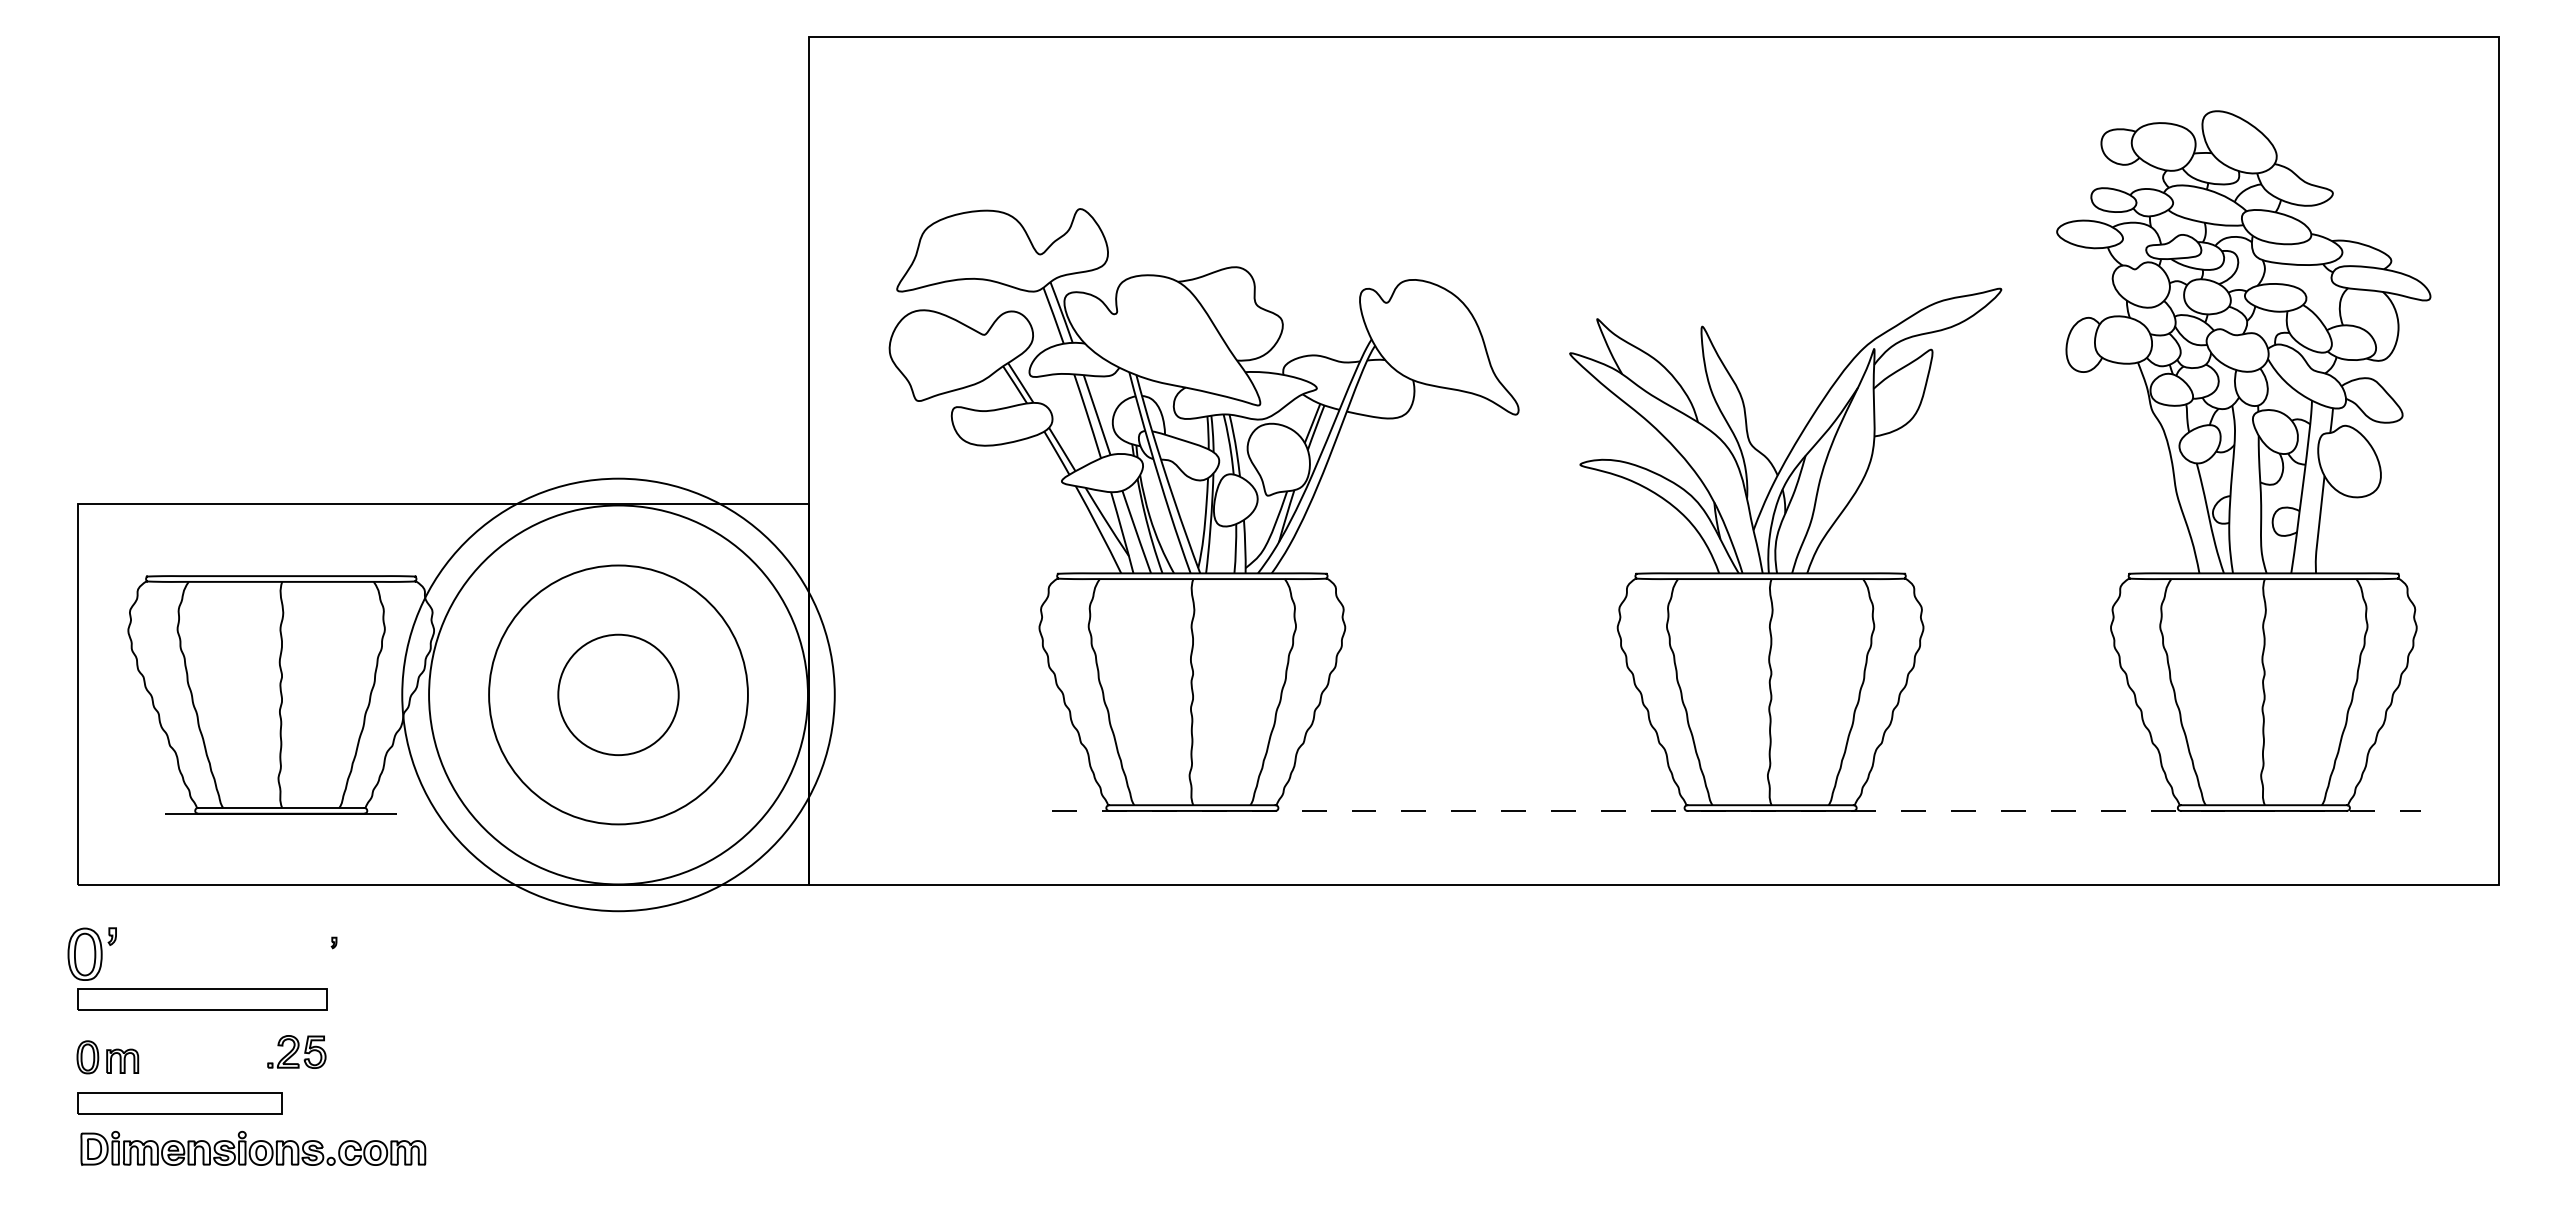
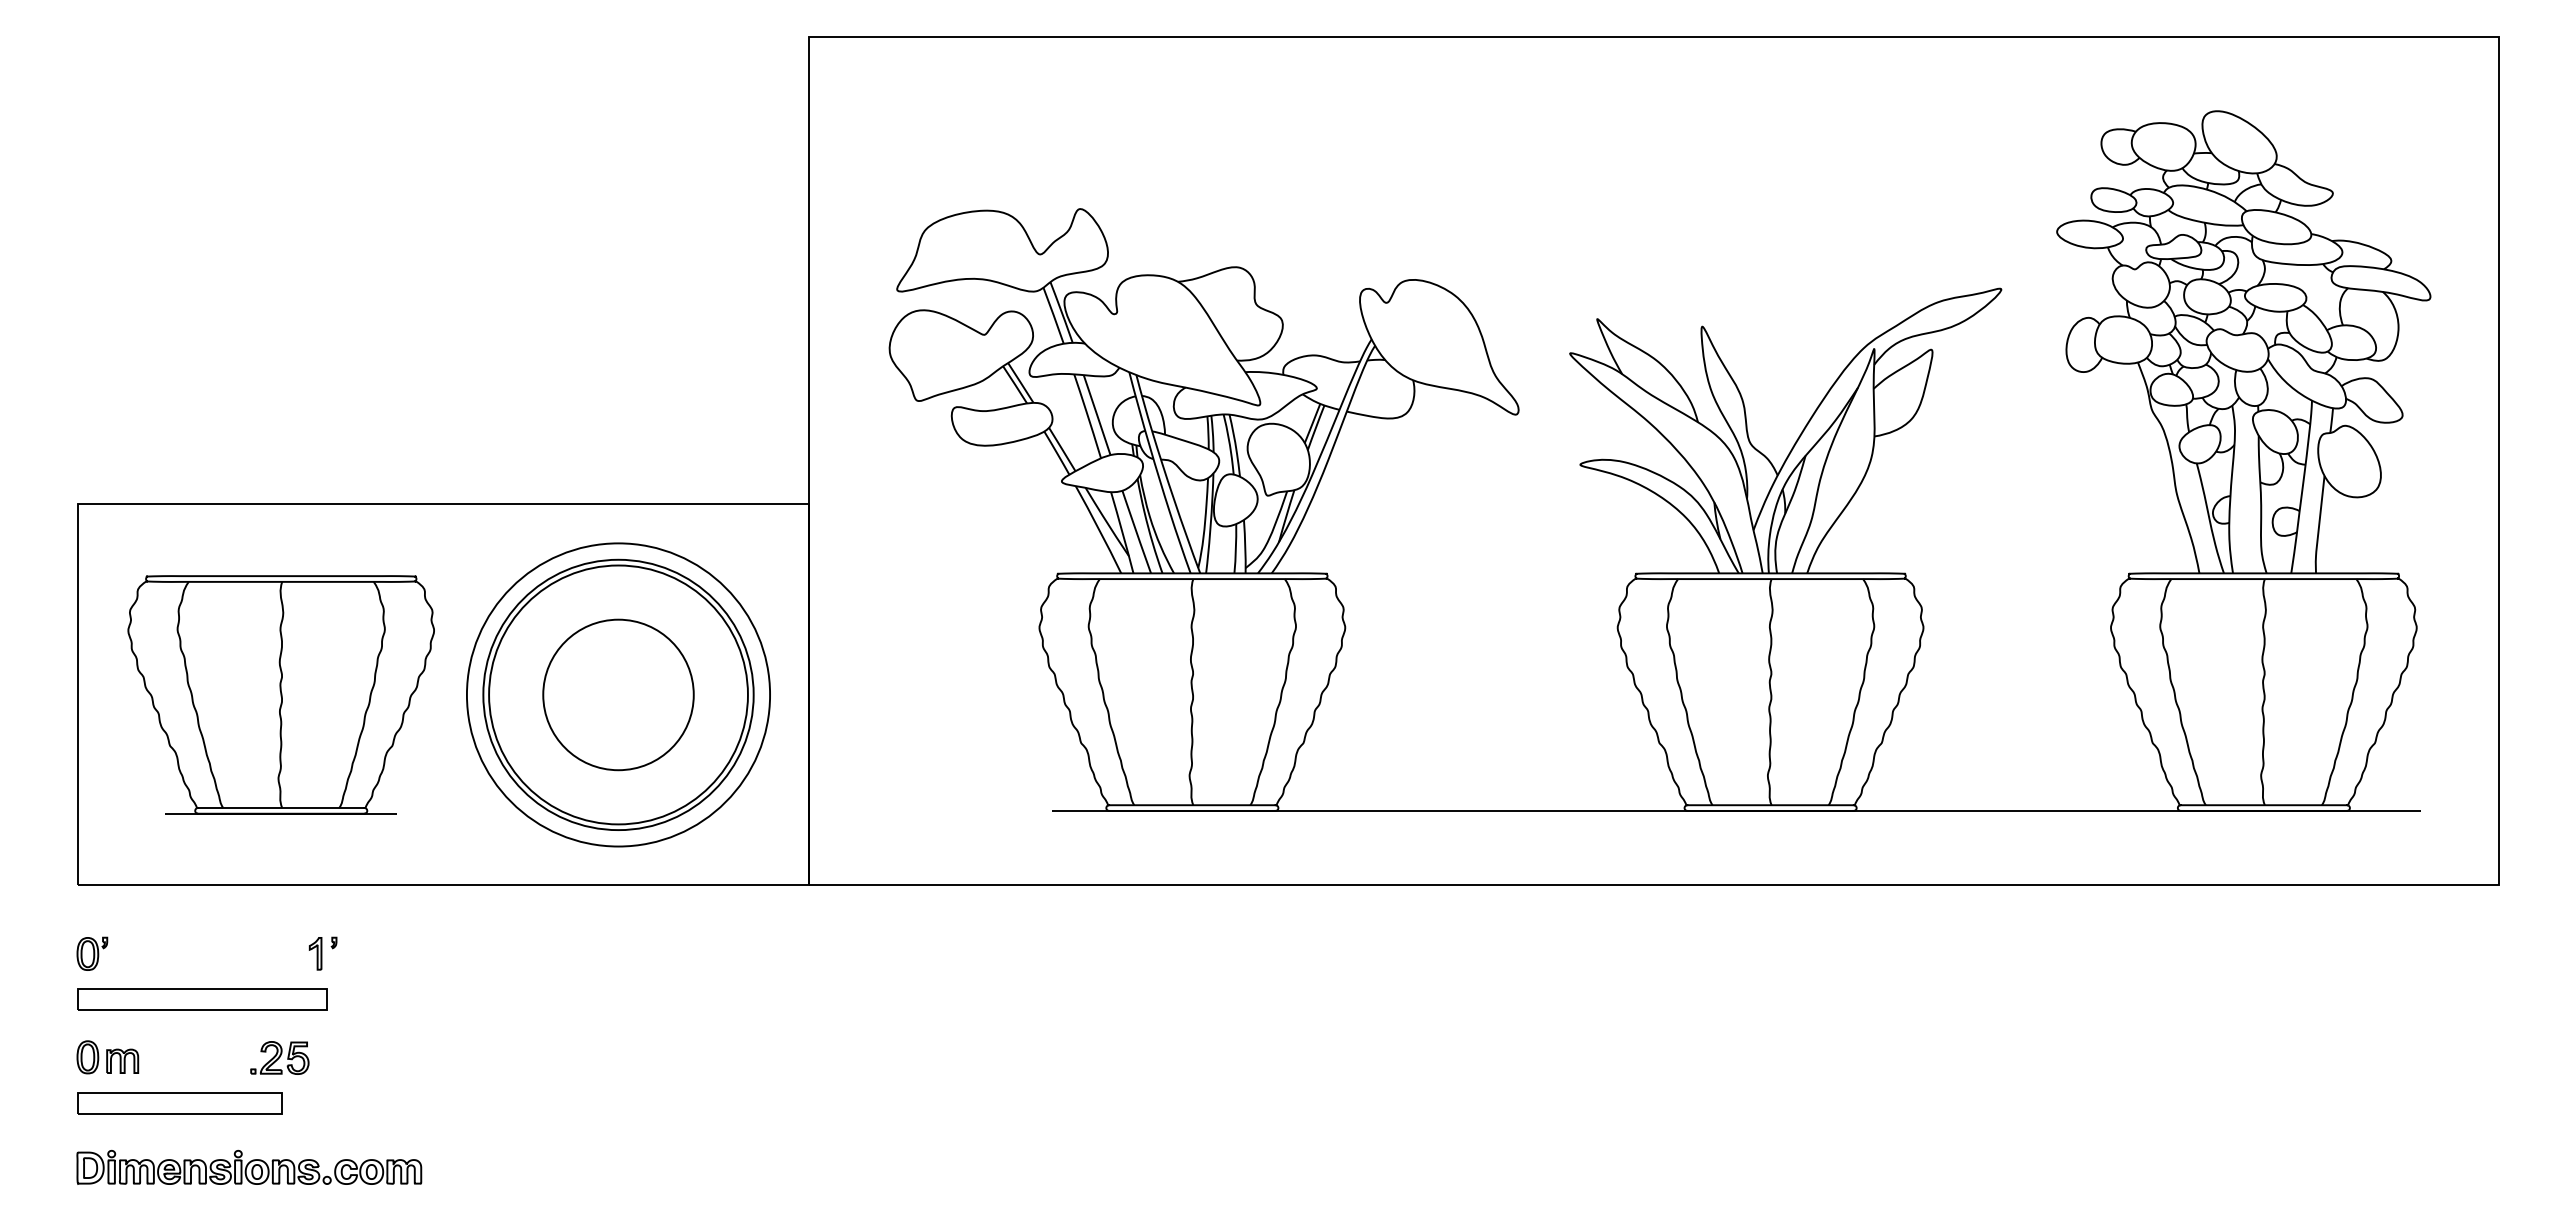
circle at (618, 694) diameter: 120 px -> 151 px
circle at (618, 694) diameter: 379 px -> 303 px
circle at (618, 694) diameter: 433 px -> 270 px
line at (1736, 810): dashed -> solid
part at (91, 953) size: 50x54 px -> 33x35 px
part at (315, 953): none -> present
part at (296, 1051) position: (296, 1051) -> (279, 1057)
part at (253, 1147) position: (253, 1147) -> (249, 1166)
